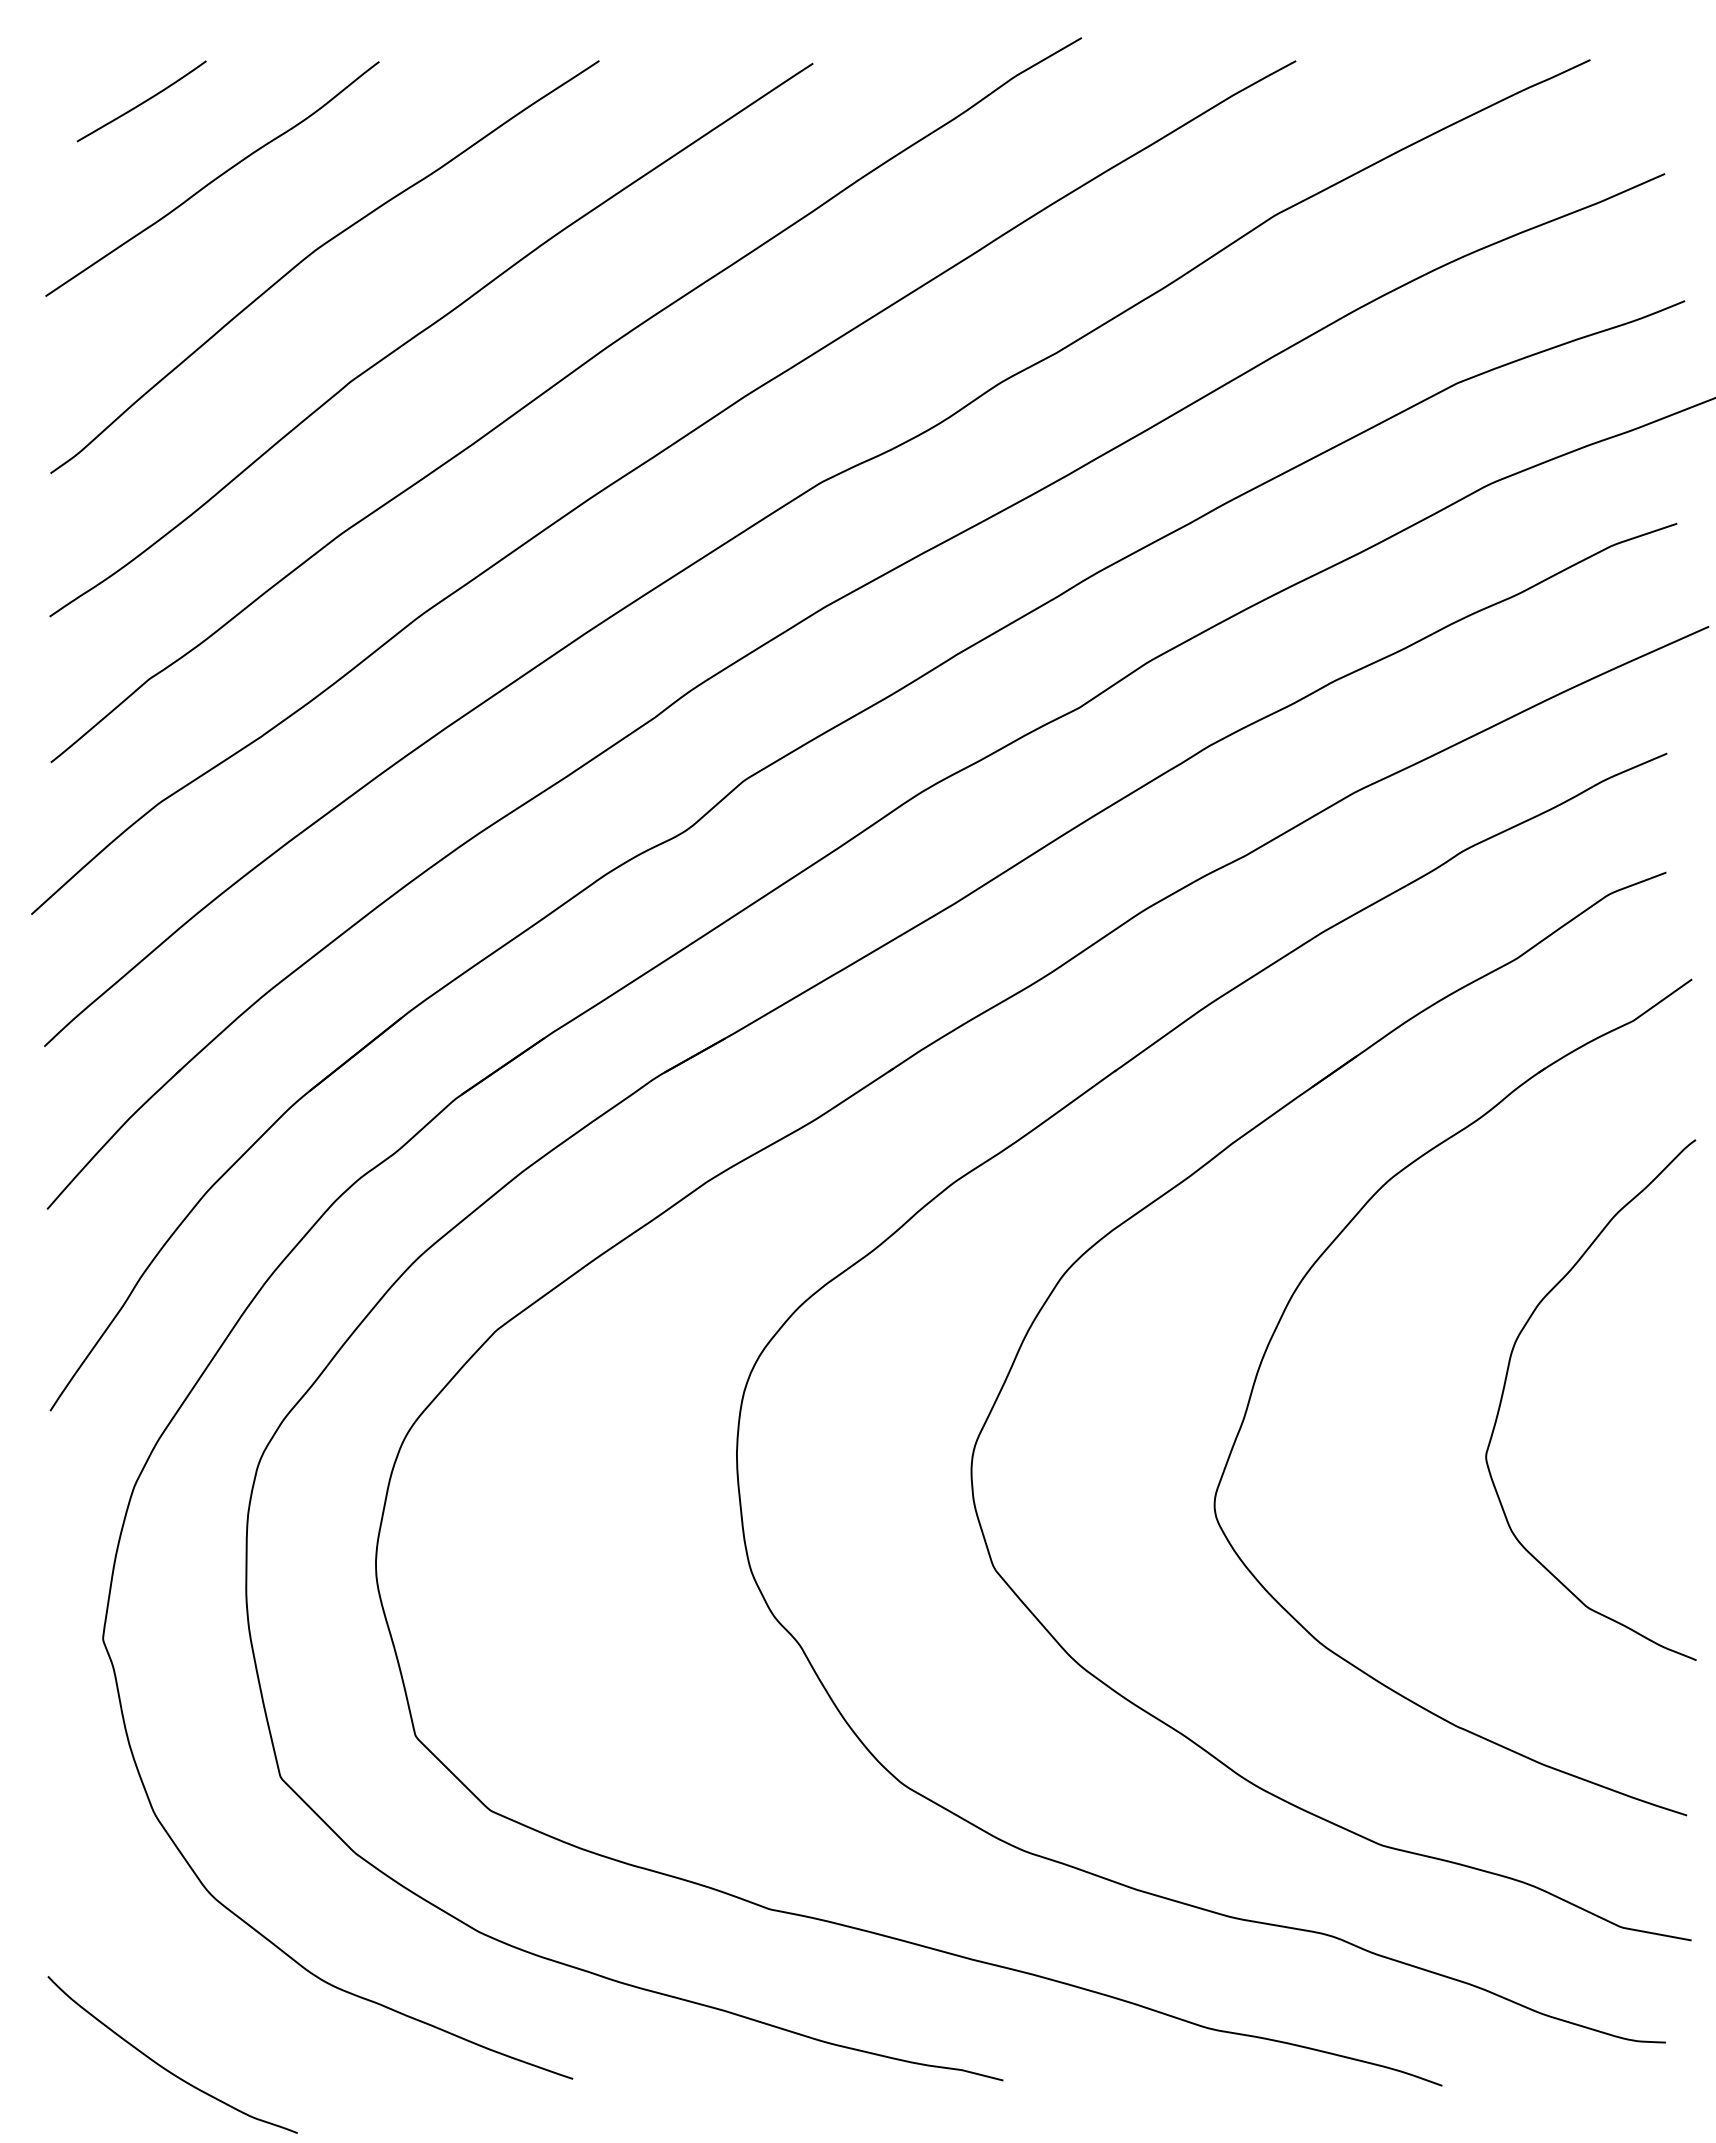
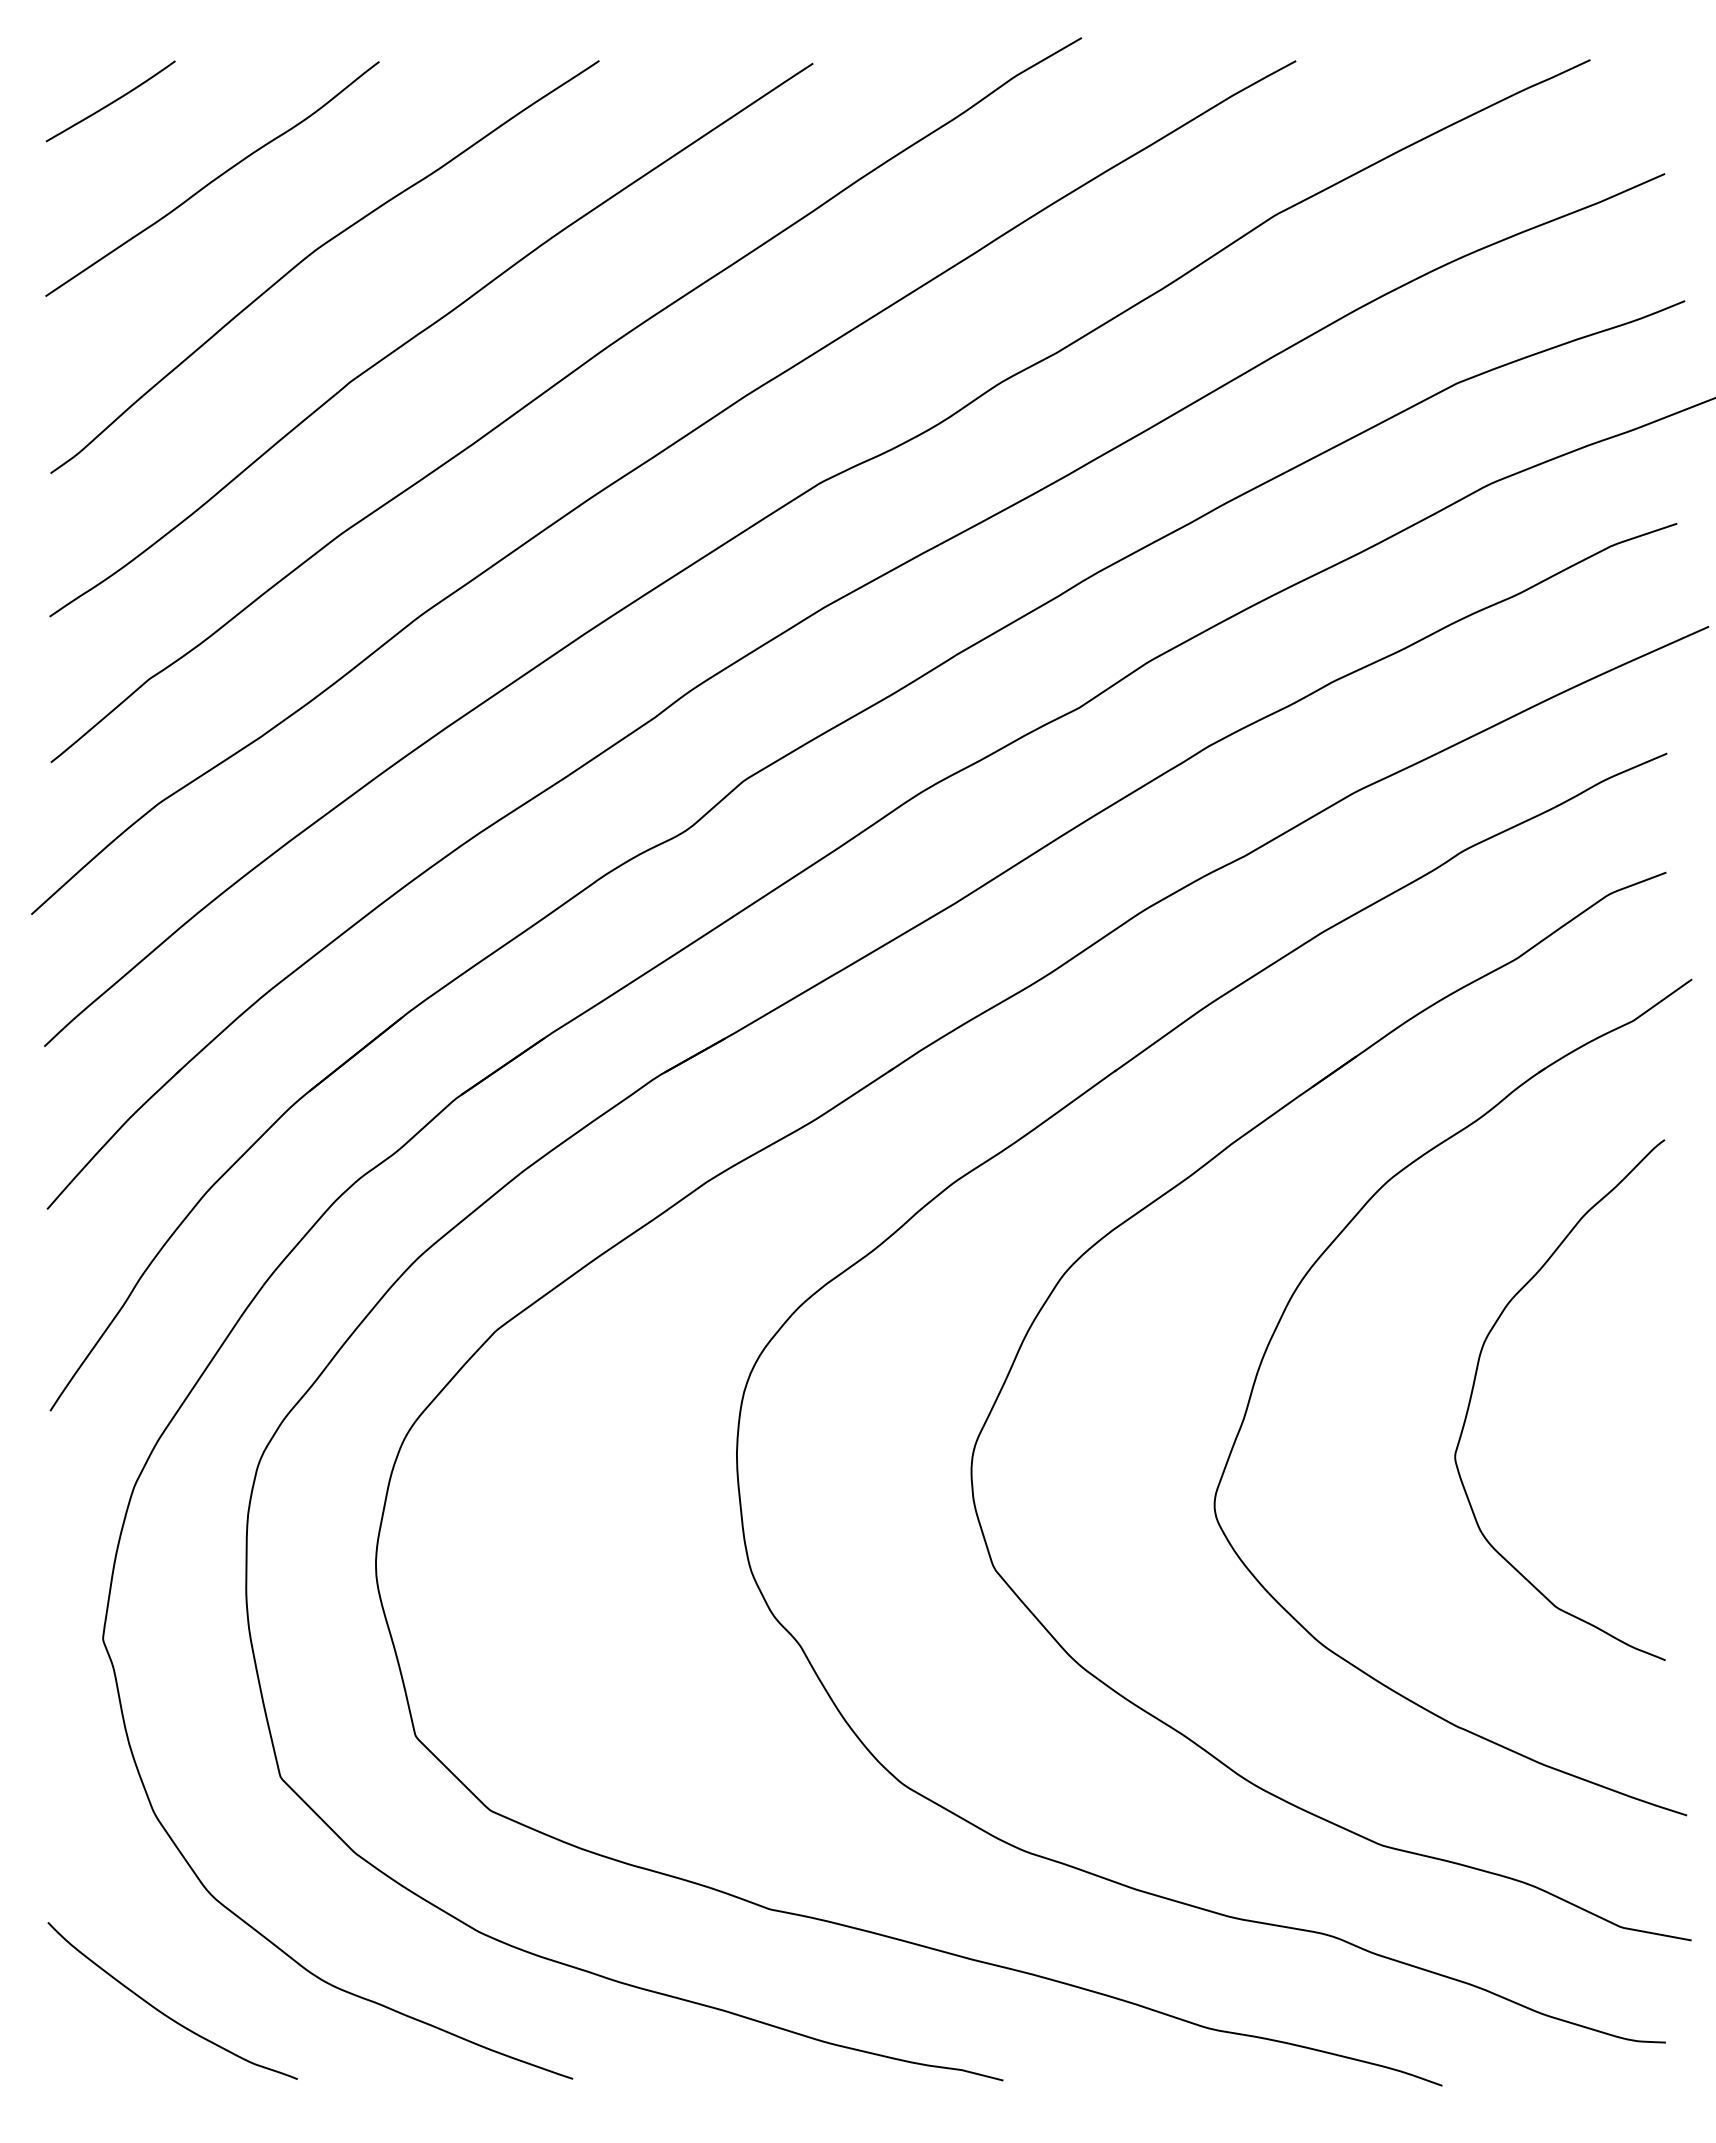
curve at (141, 102) position: (141, 102) -> (110, 102)
curve at (1507, 1377) position: (1507, 1377) -> (1476, 1377)
curve at (163, 2066) position: (163, 2066) -> (163, 2012)
